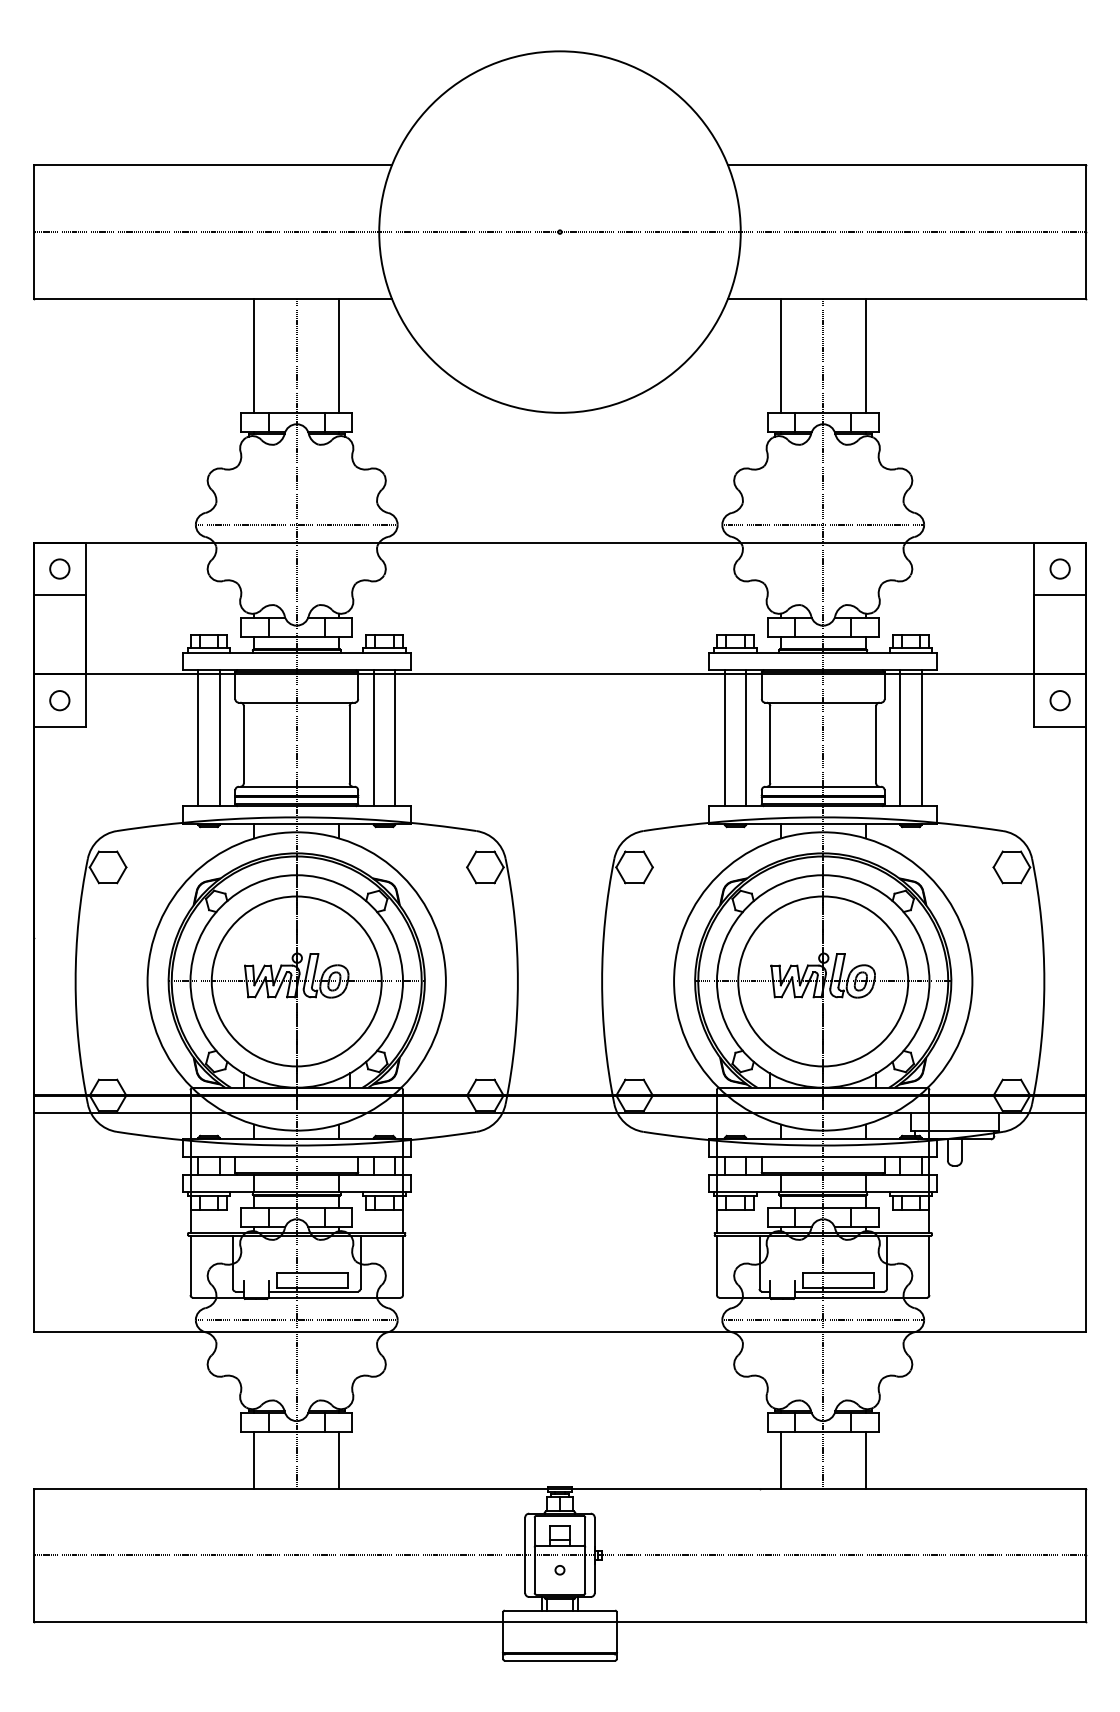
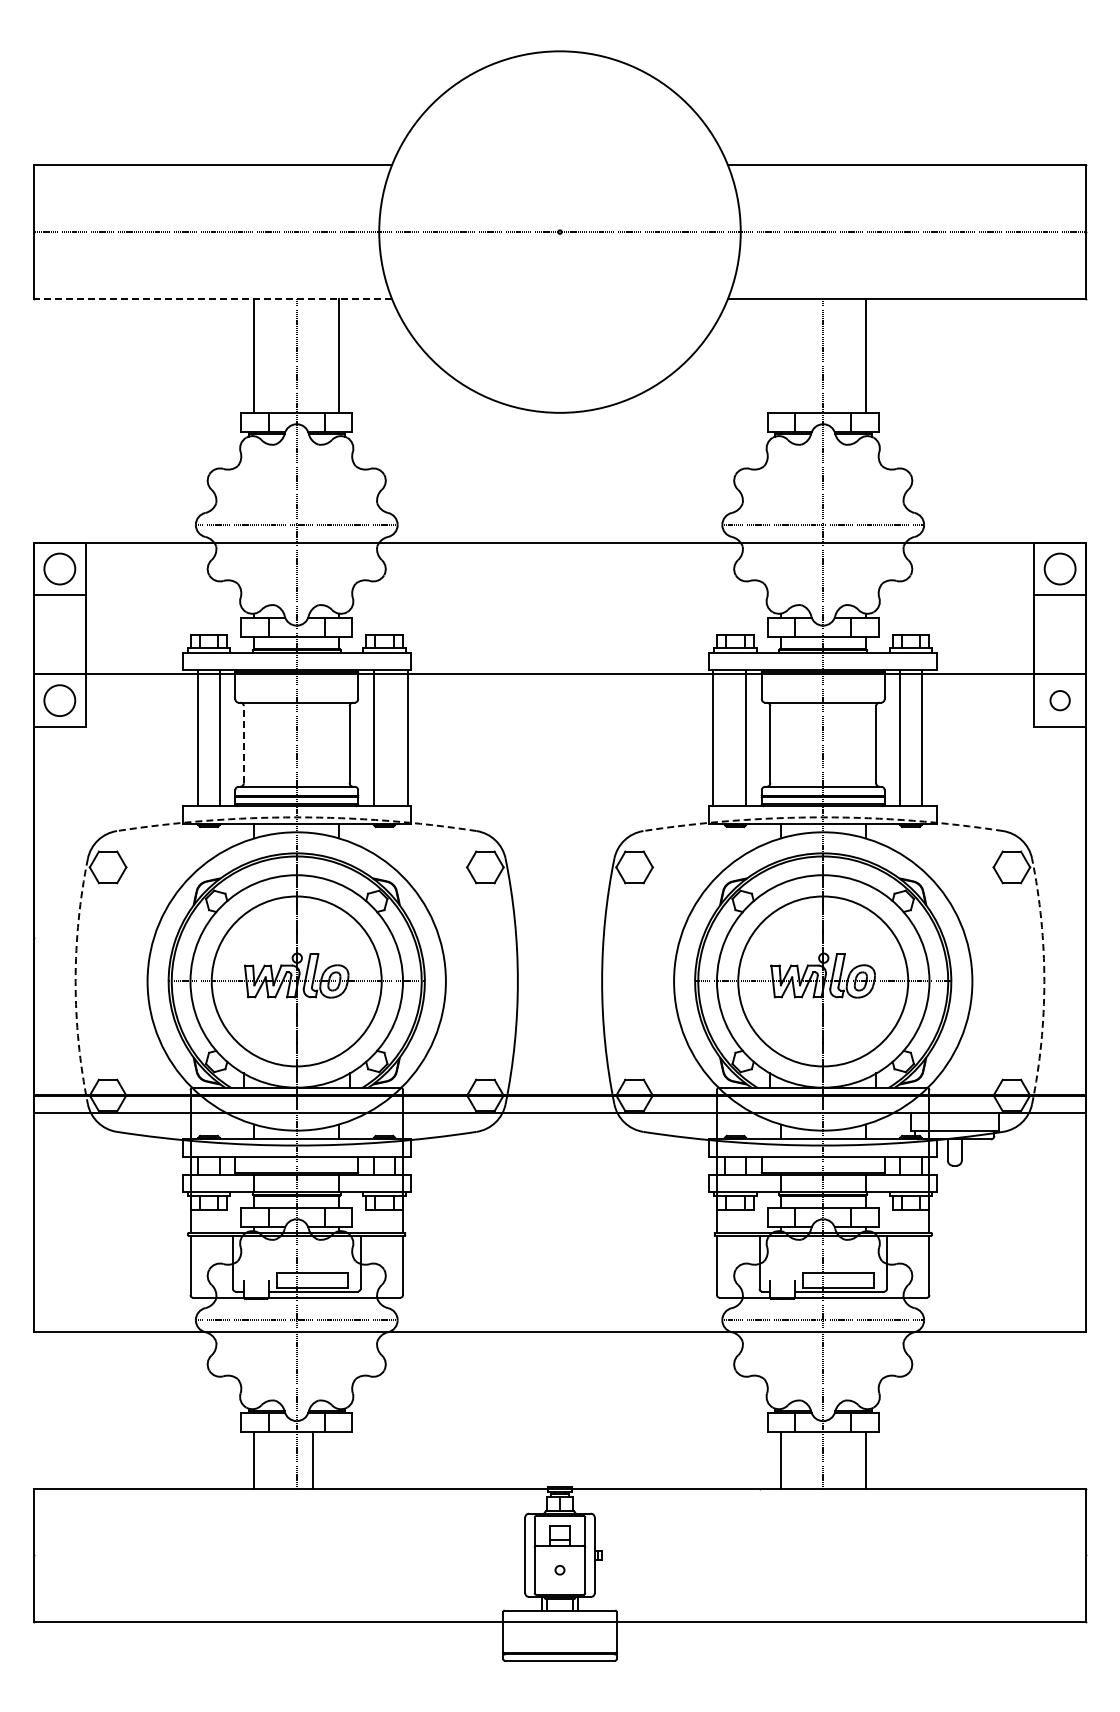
line at (212, 298): solid -> dashed
line at (780, 355): present -> none
circle at (59, 568) diameter: 19 px -> 31 px
circle at (1059, 568) diameter: 19 px -> 31 px
circle at (59, 700) diameter: 19 px -> 31 px
line at (395, 738) position: (395, 738) -> (408, 738)
line at (724, 738) position: (724, 738) -> (712, 738)
line at (243, 744): solid -> dashed
arc at (296, 817): solid -> dashed
arc at (823, 817): solid -> dashed
arc at (75, 981): solid -> dashed
arc at (1044, 981): solid -> dashed
line at (339, 1460) position: (339, 1460) -> (313, 1460)
line at (559, 1555): present -> none
